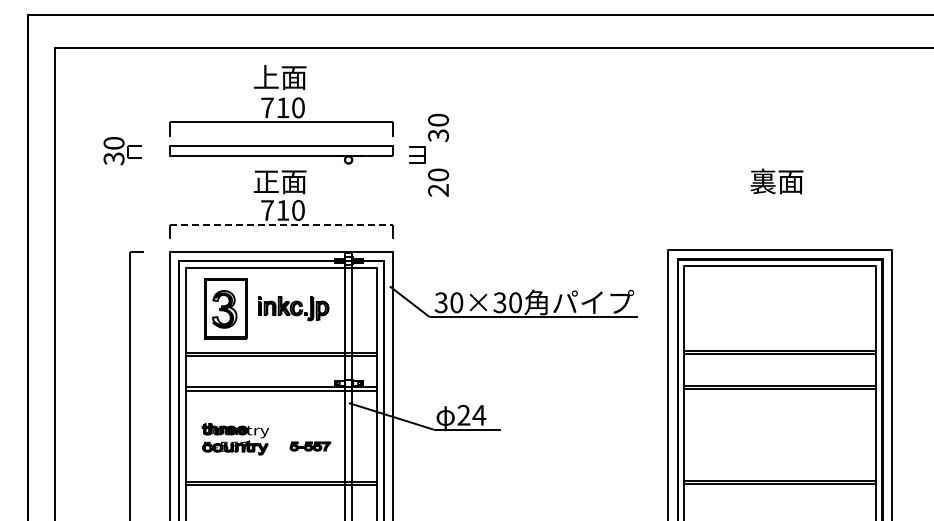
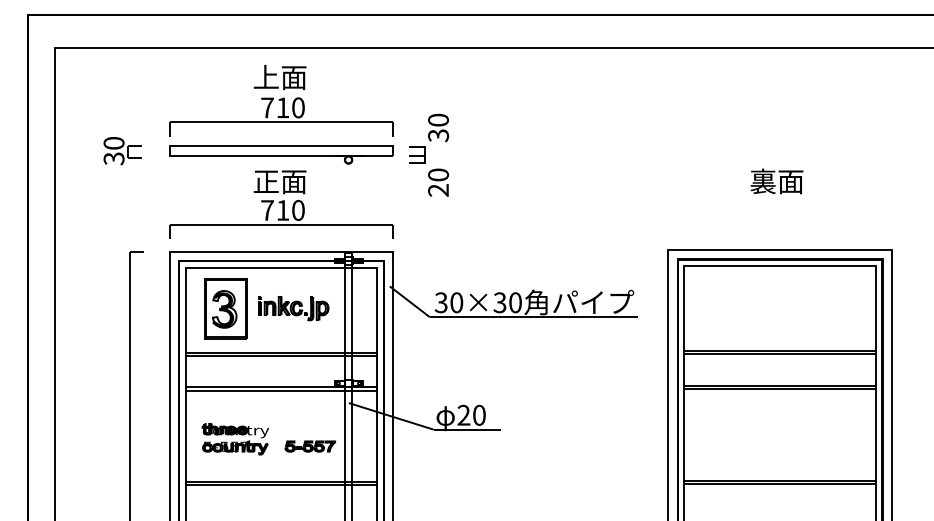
line at (281, 224): dashed -> solid
text at (479, 414): 24 -> 20
part at (310, 446) size: 43x11 px -> 53x13 px
